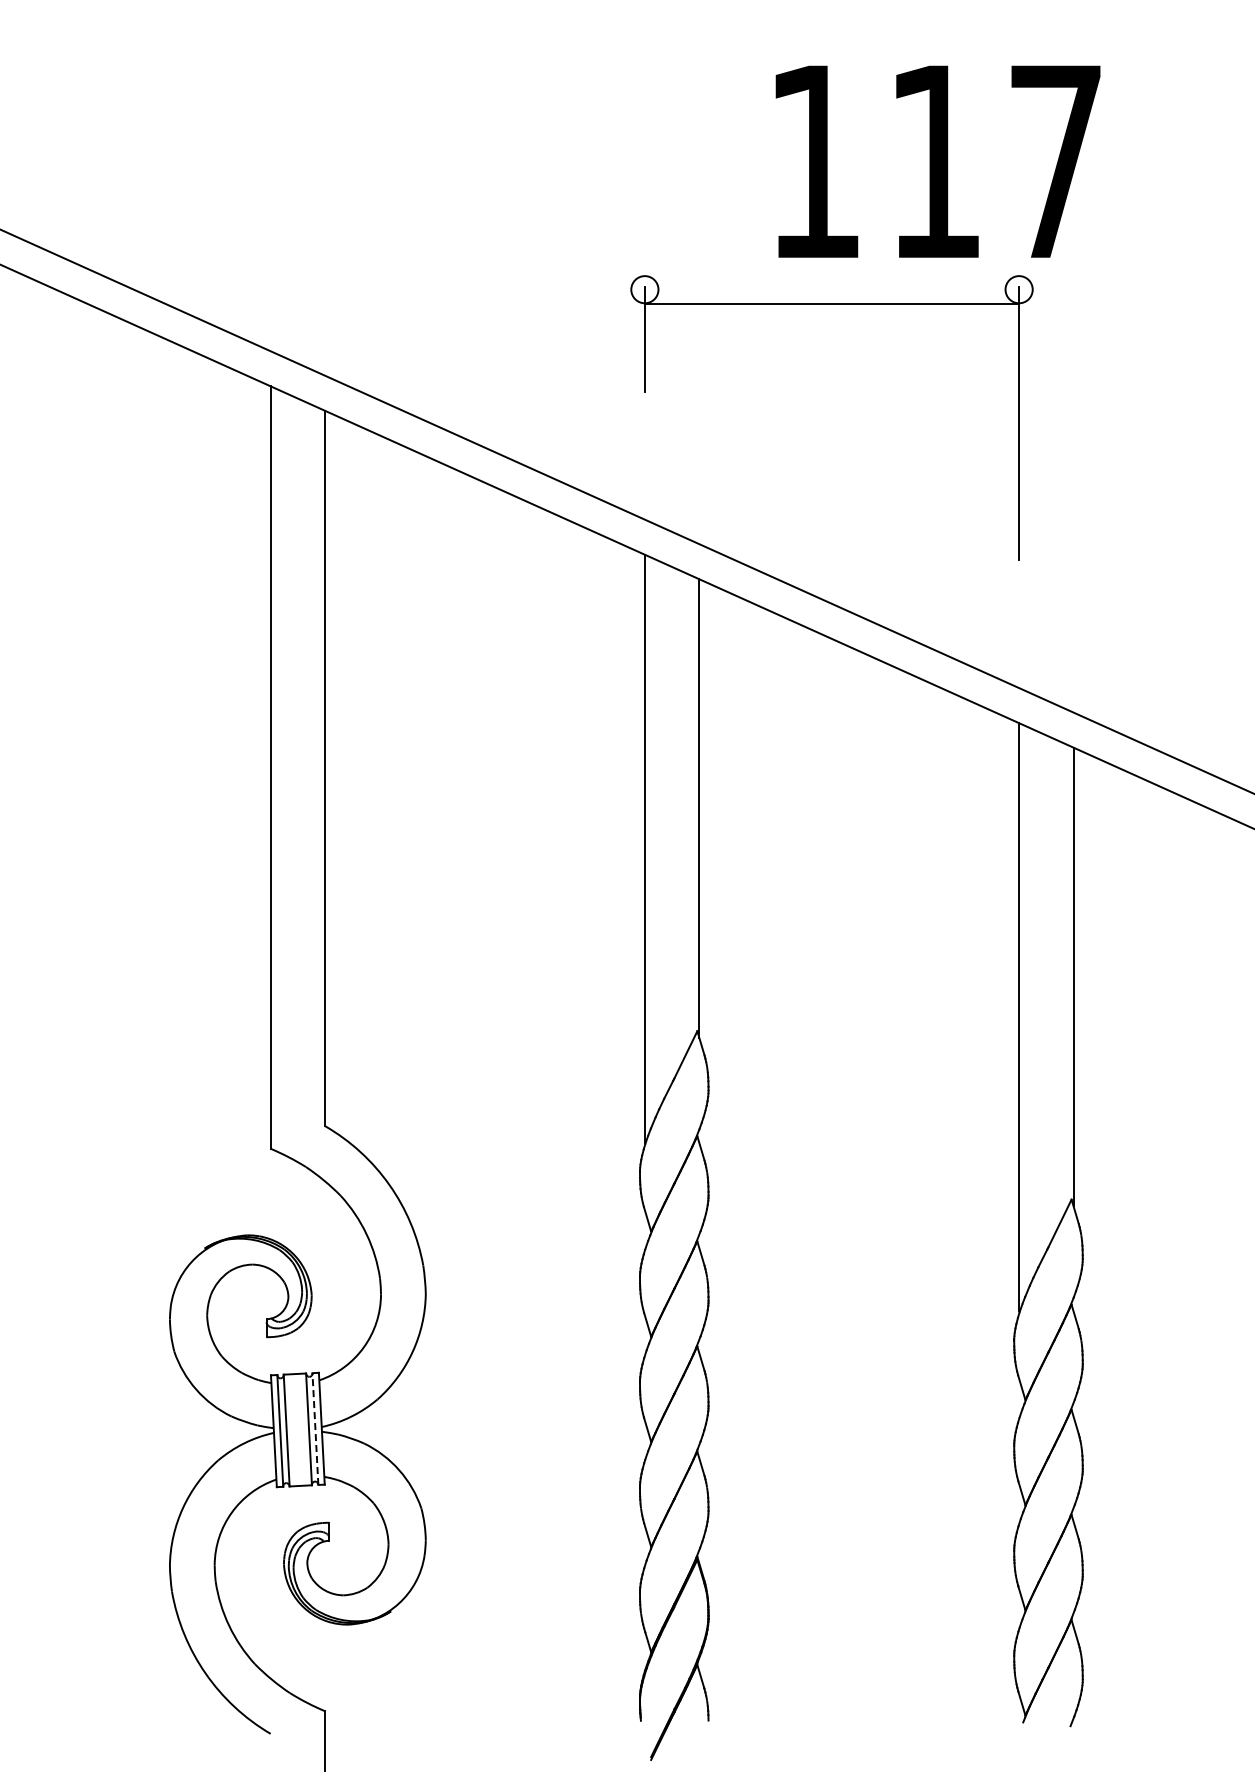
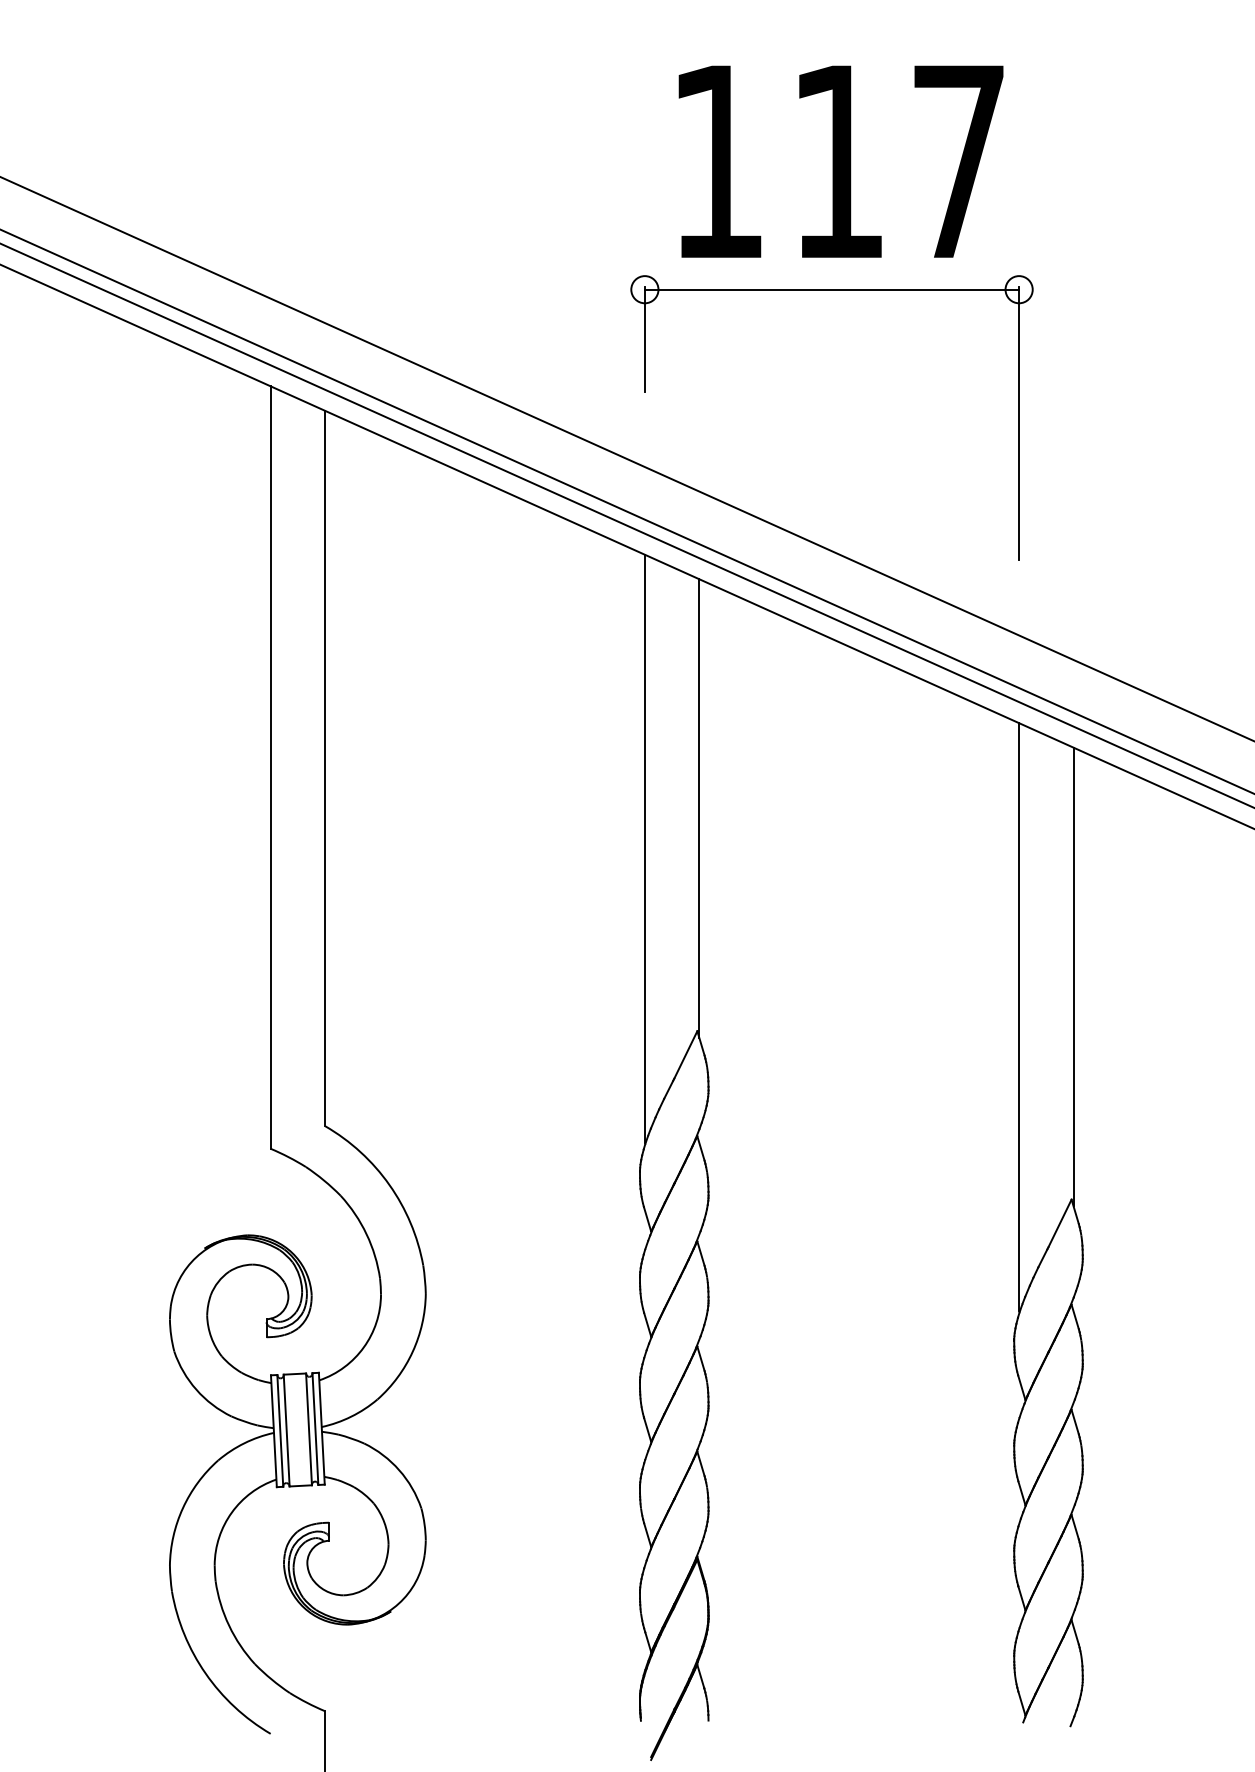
text at (937, 161) position: (937, 161) -> (840, 161)
line at (831, 303) position: (831, 303) -> (831, 289)
line at (626, 458): none -> present
line at (626, 525): none -> present
line at (315, 1429): dashed -> solid
